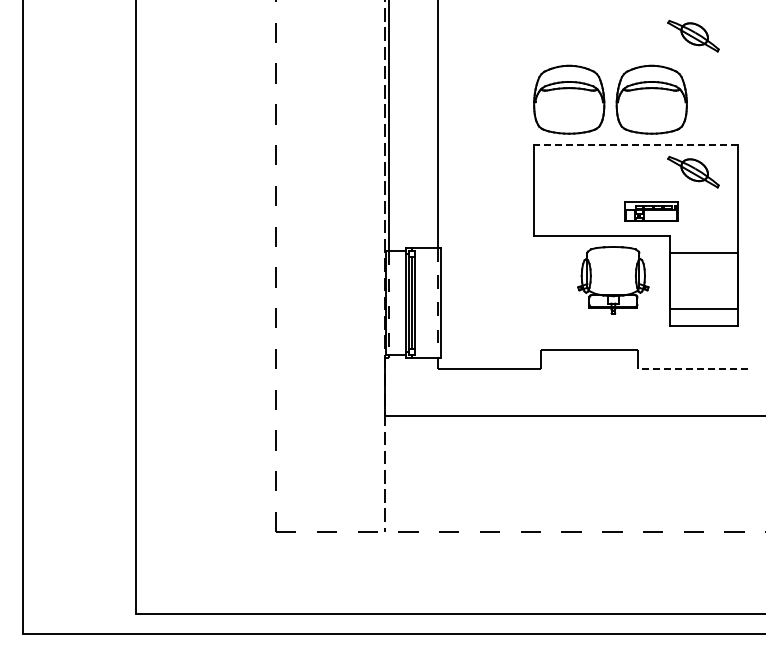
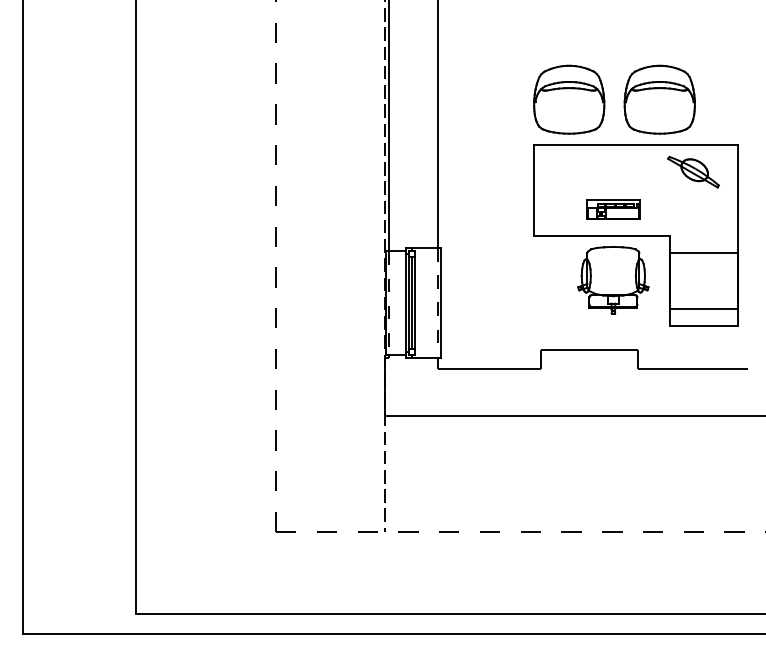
part at (693, 35): present -> none
part at (651, 99) position: (651, 99) -> (659, 99)
line at (636, 145): dashed -> solid
part at (651, 211) position: (651, 211) -> (613, 209)
line at (693, 369): dashed -> solid
